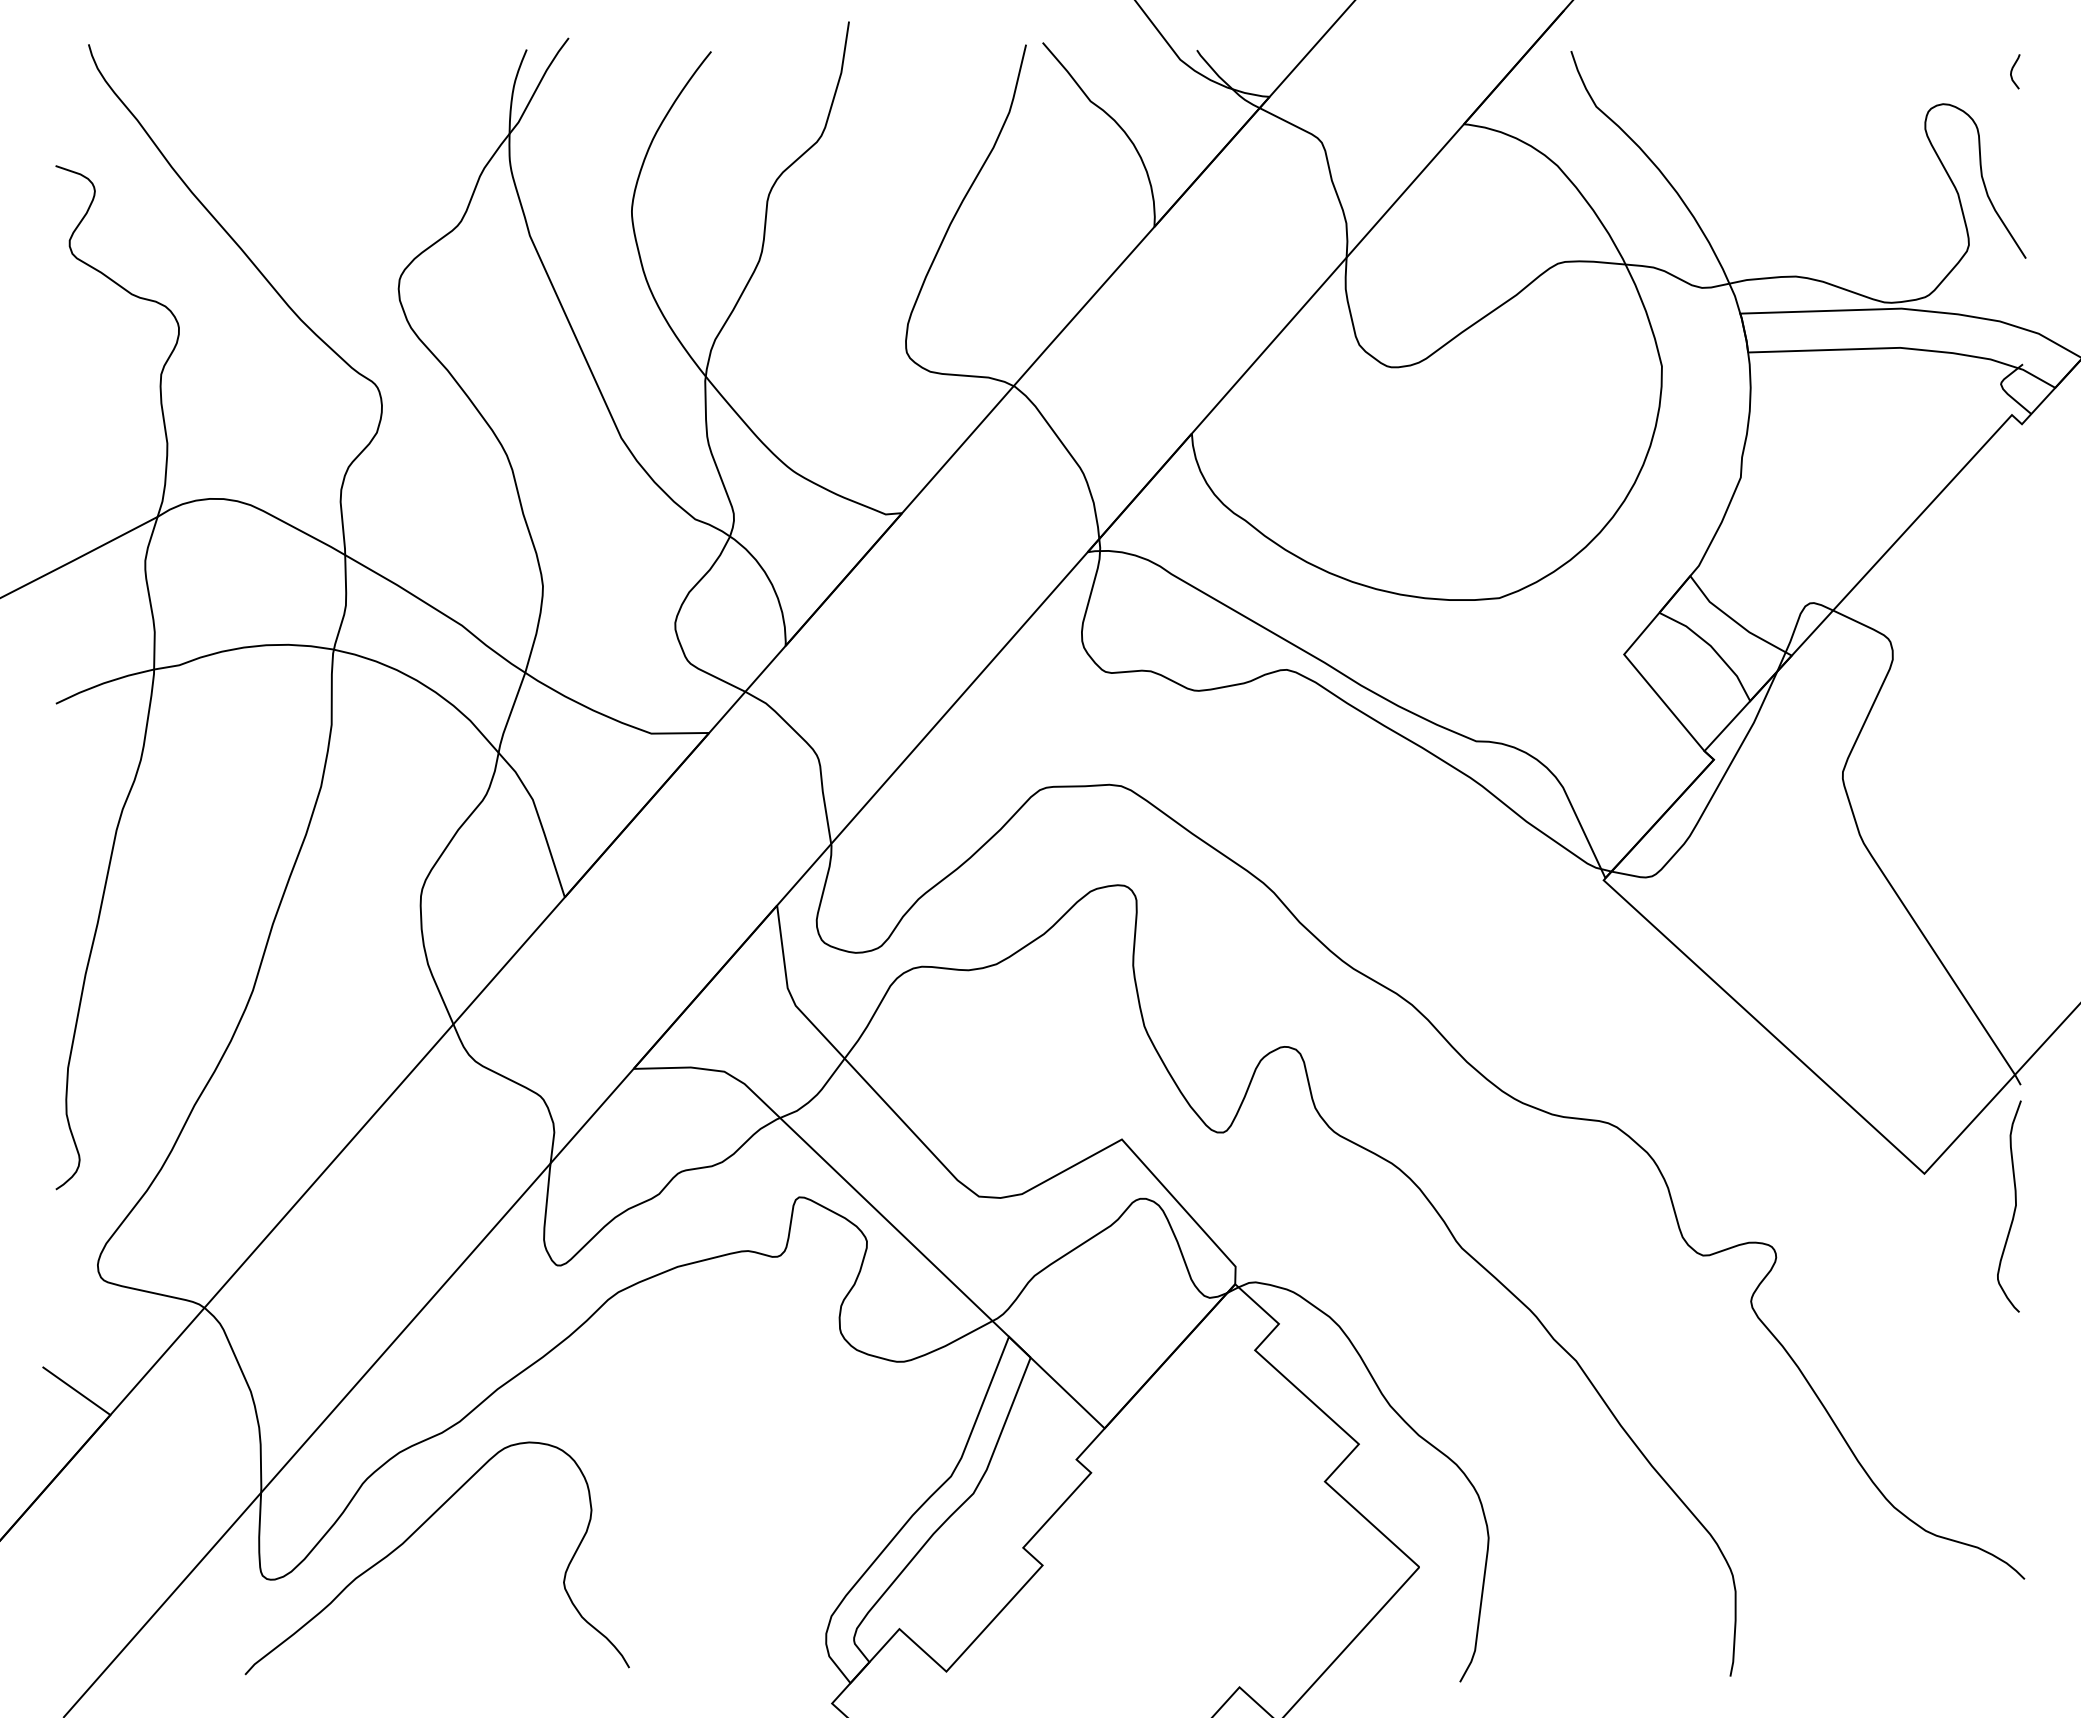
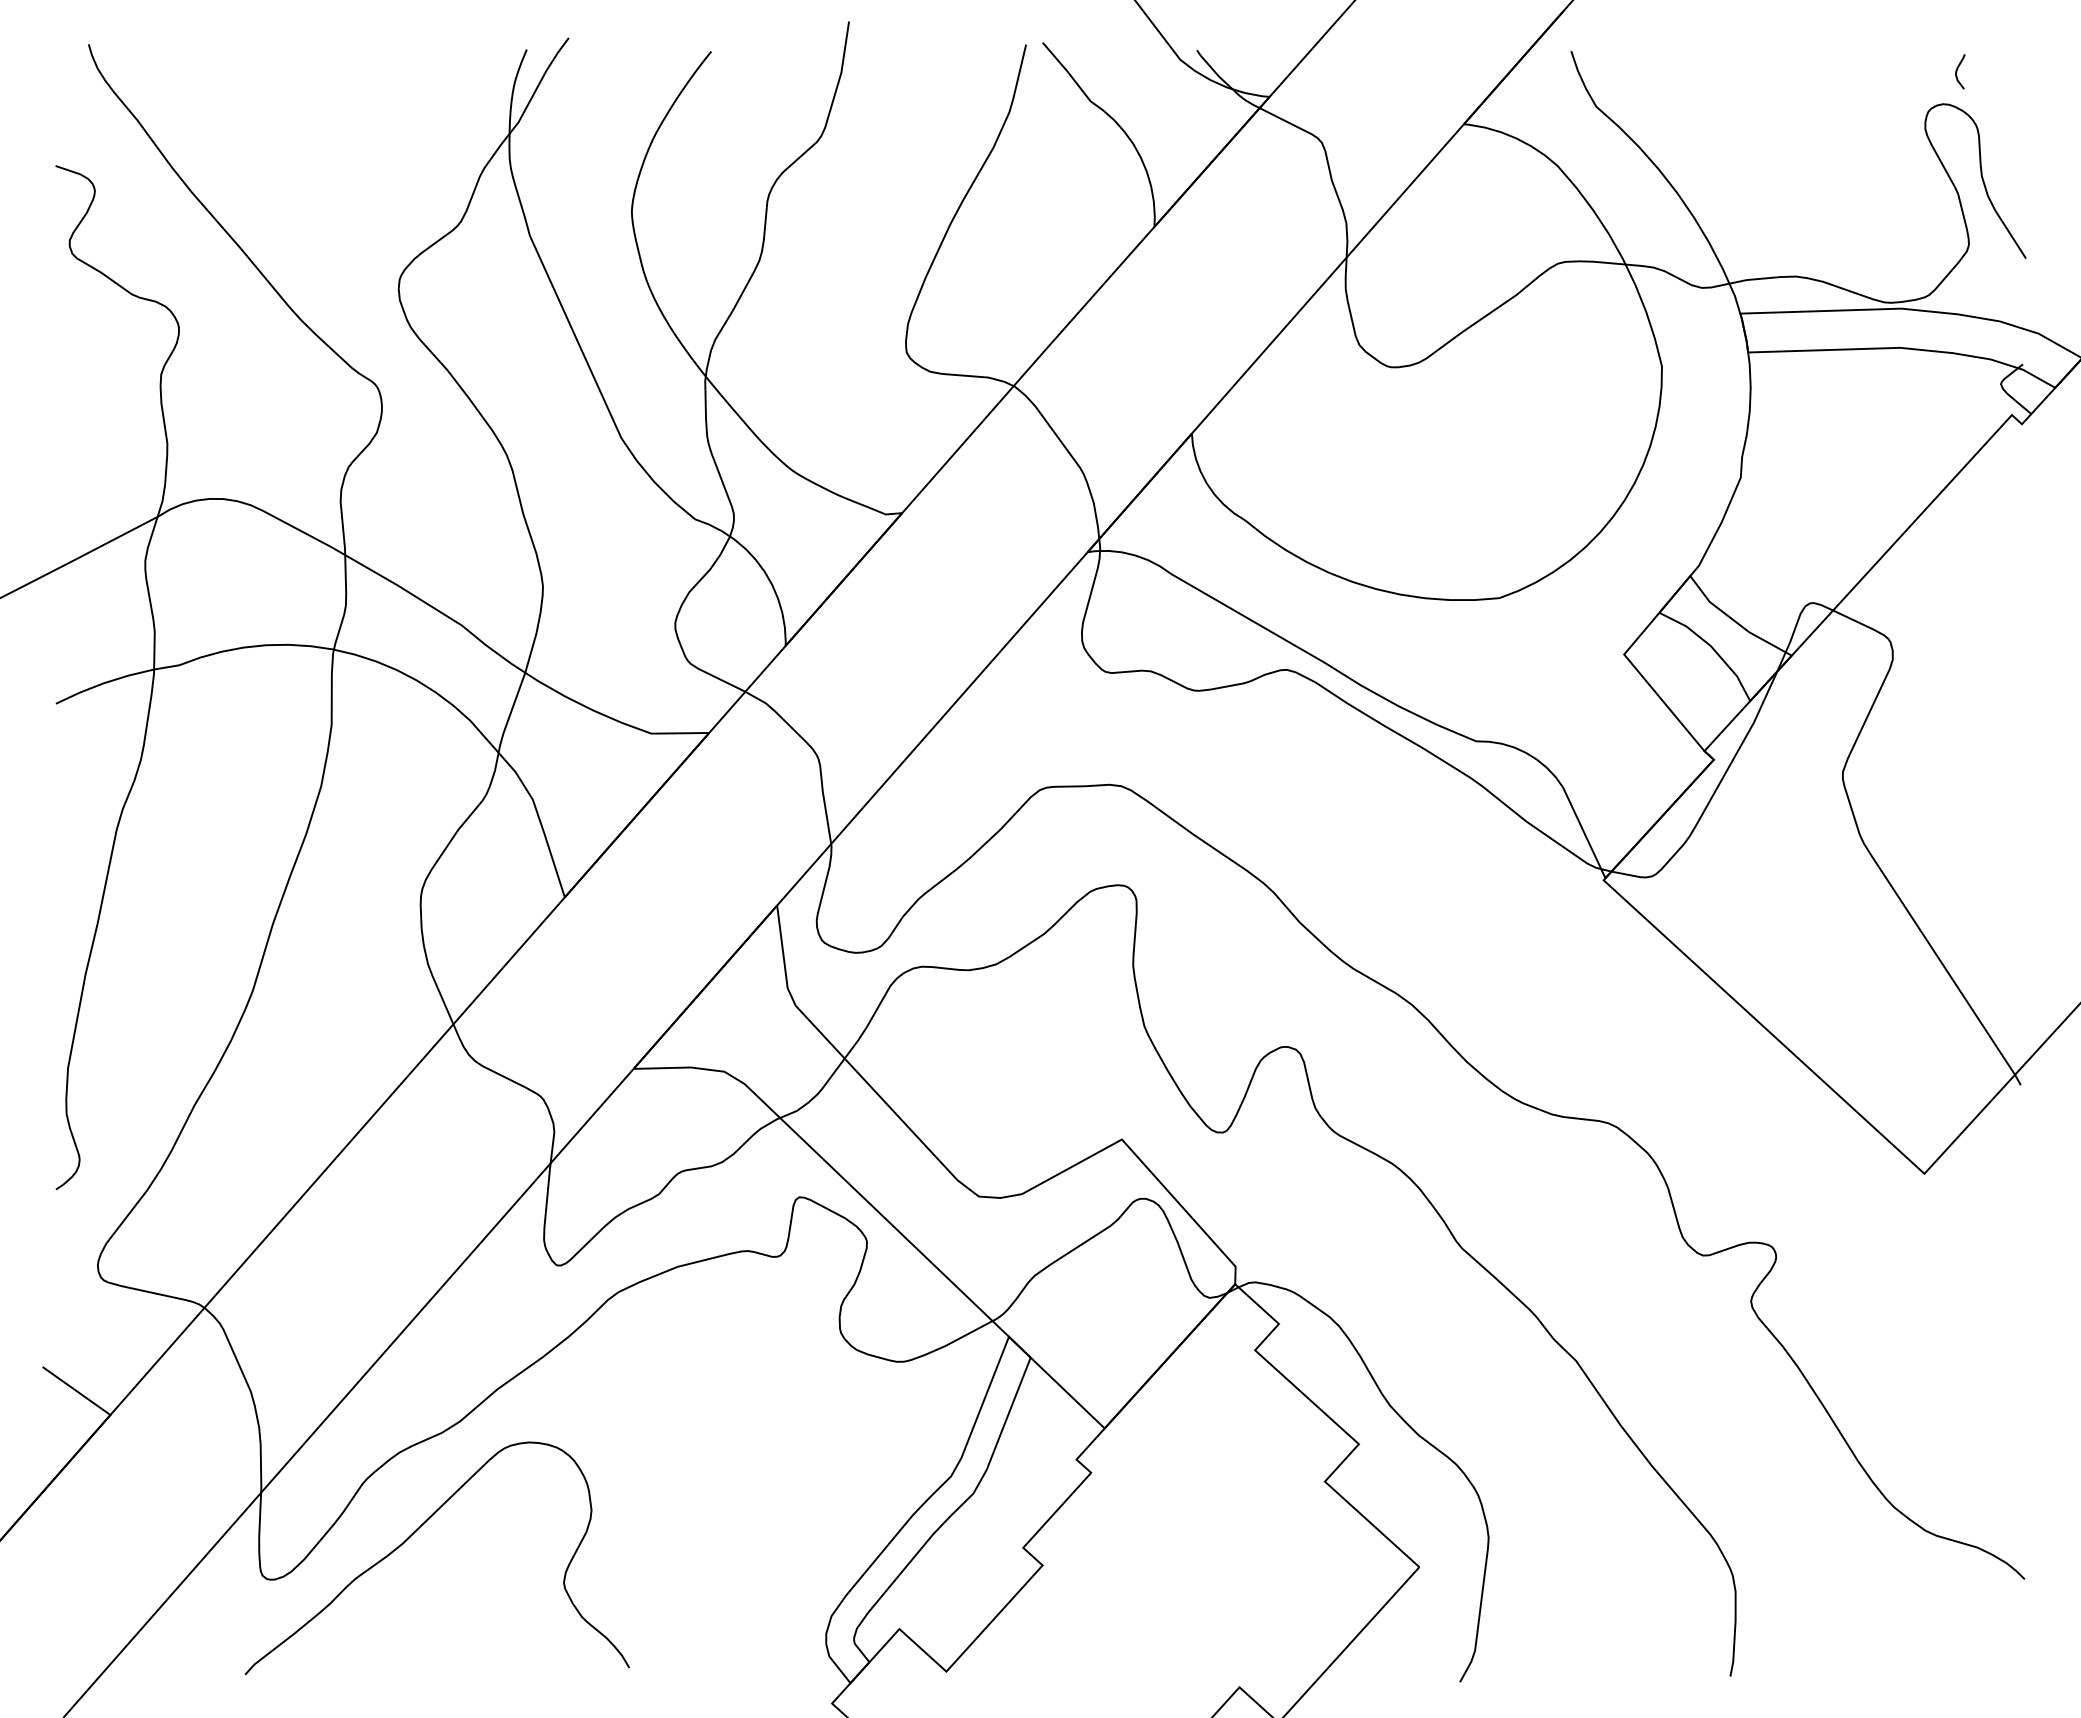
curve at (2012, 71) position: (2012, 71) -> (1957, 71)
curve at (2014, 1206): present -> none
